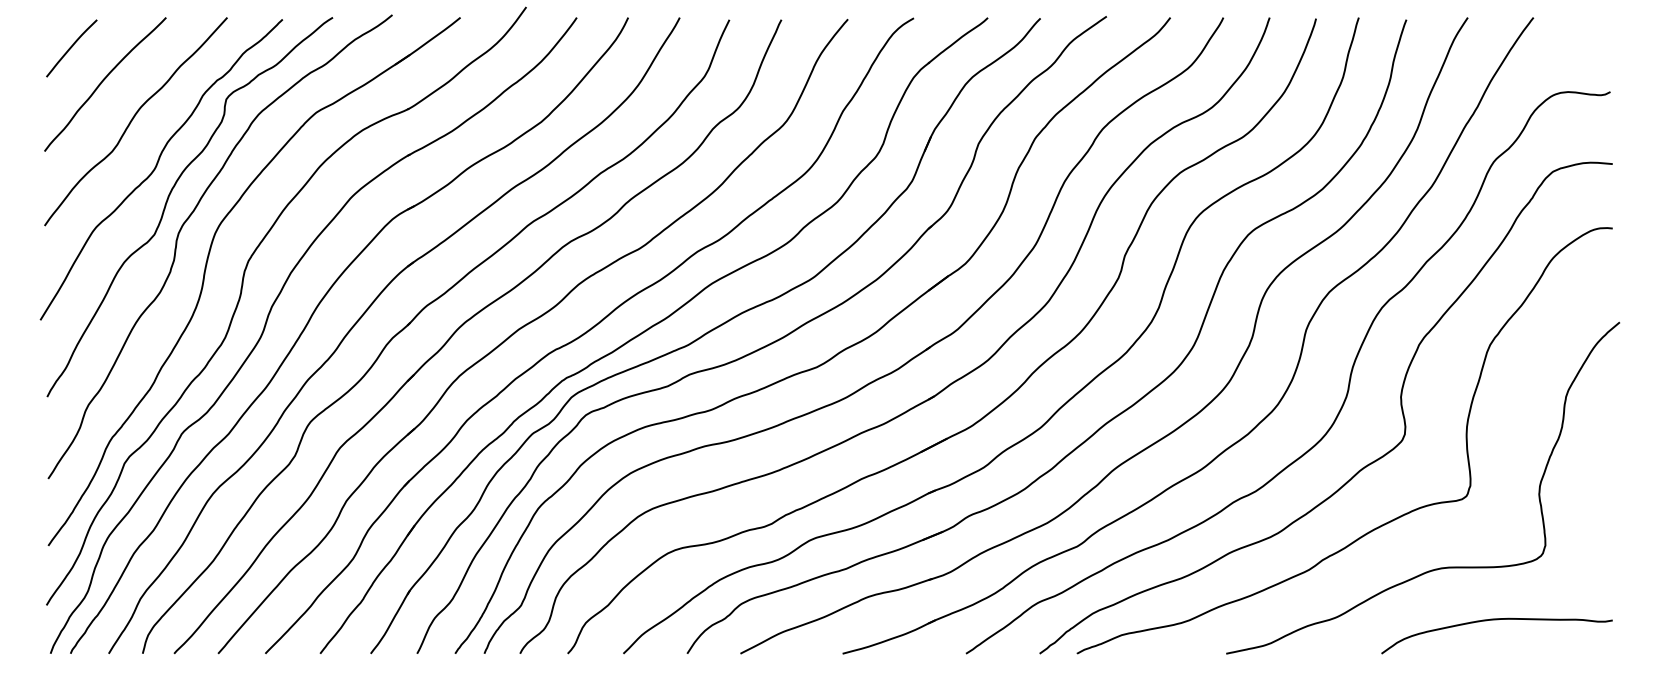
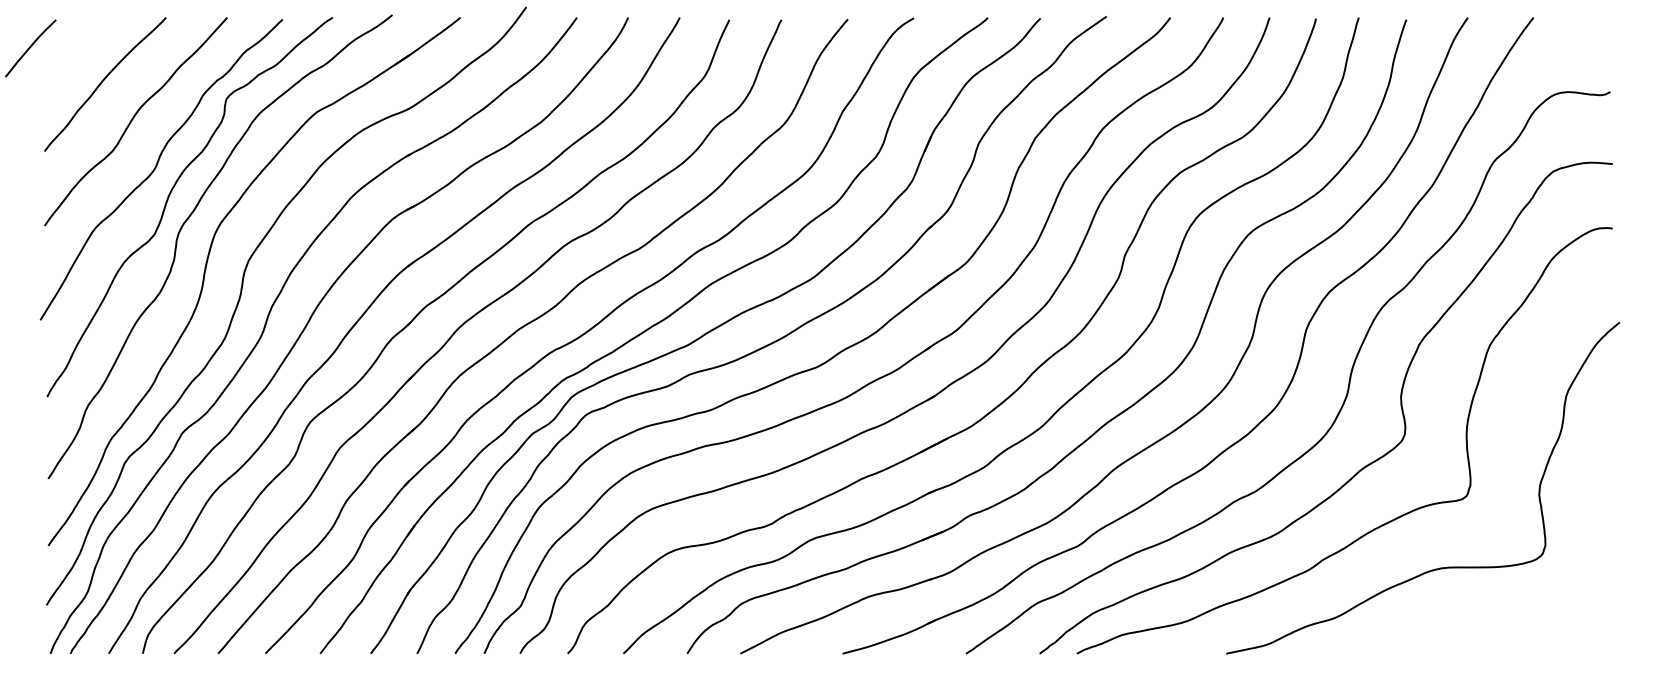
curve at (71, 48) position: (71, 48) -> (30, 48)
curve at (1496, 620): present -> none
